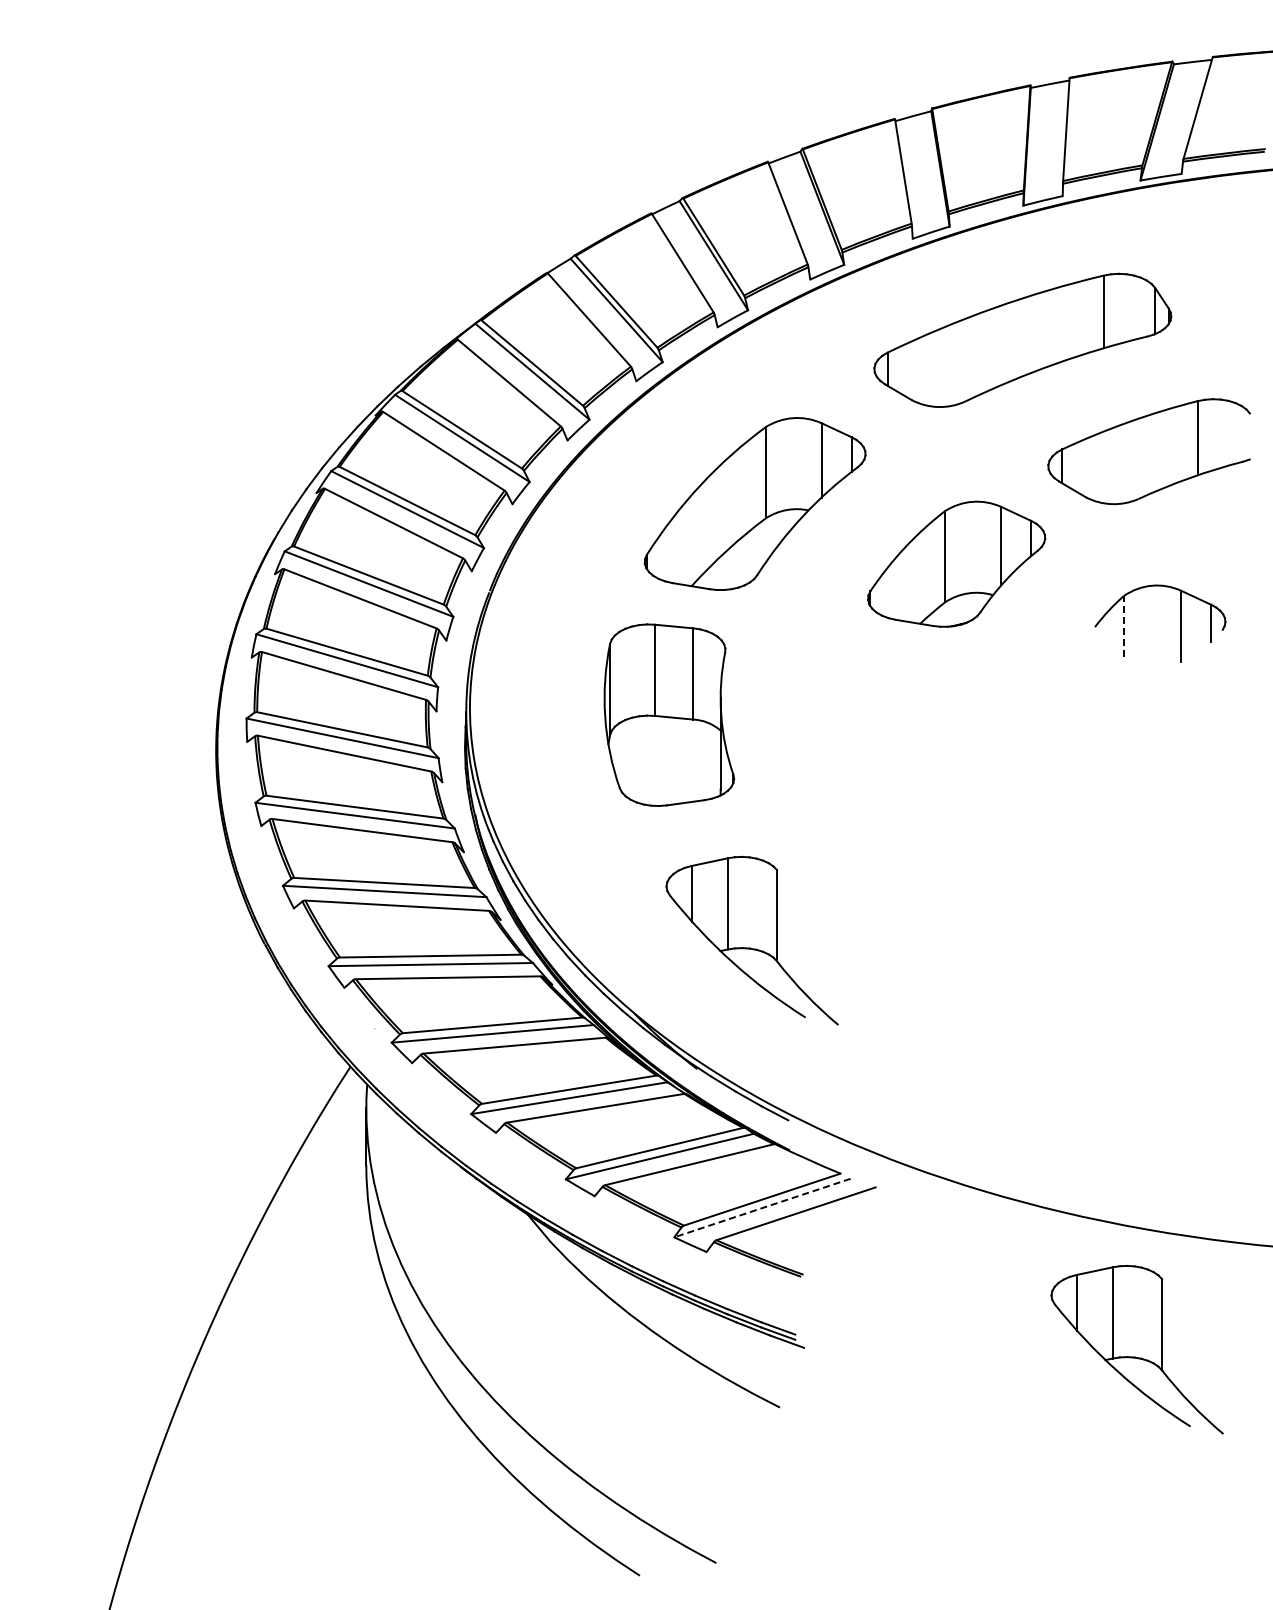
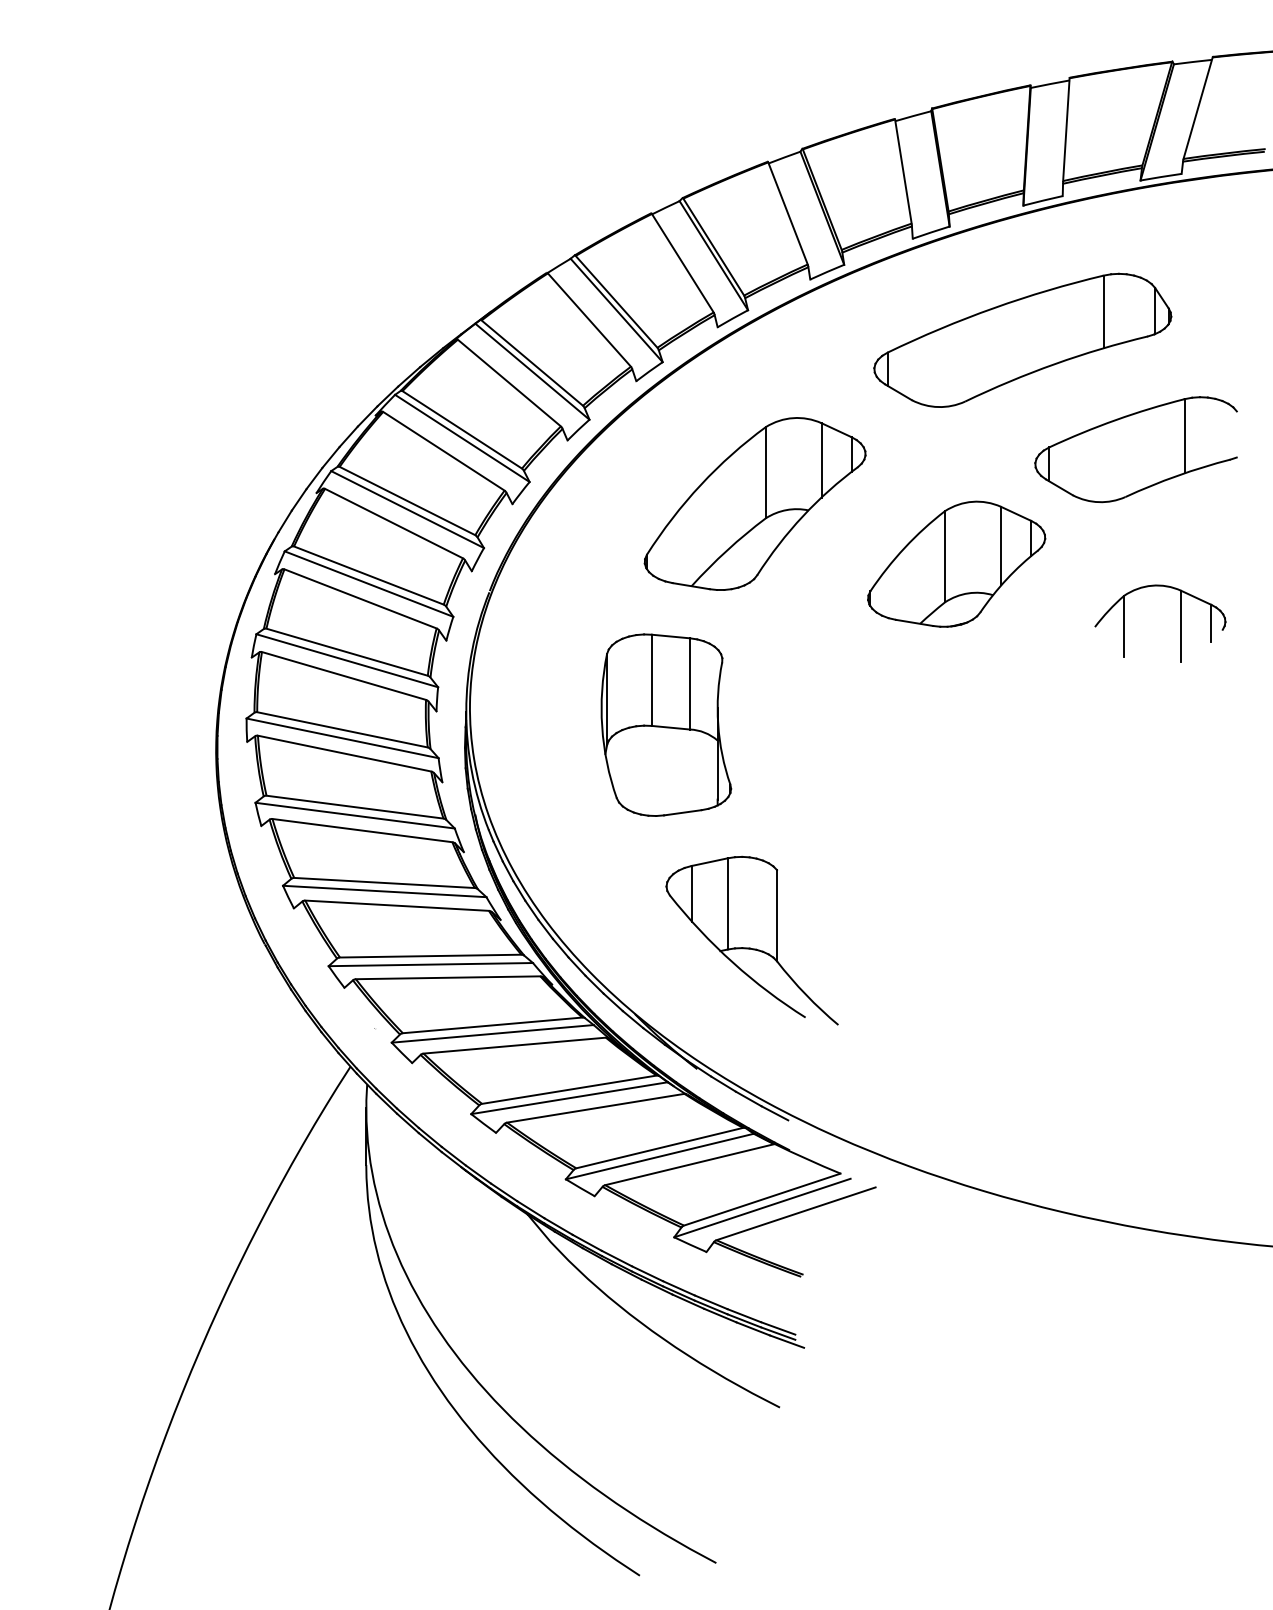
part at (1148, 451) position: (1148, 451) -> (1135, 449)
line at (1124, 626): dashed -> solid
part at (669, 714) position: (669, 714) -> (666, 724)
line at (762, 1208): dashed -> solid
part at (1136, 1349): present -> none
